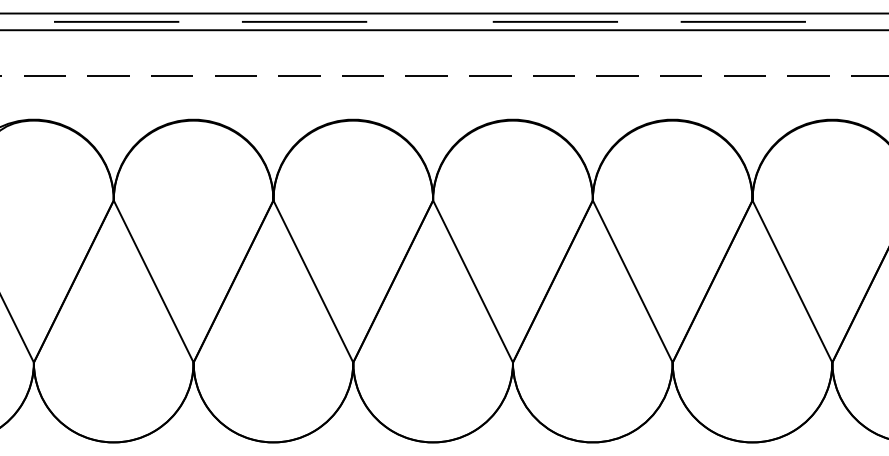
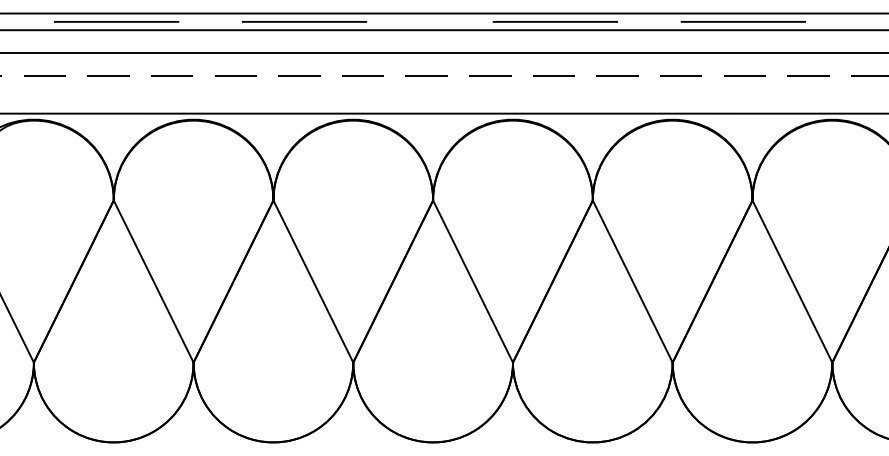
line at (443, 53): none -> present
line at (443, 113): none -> present
